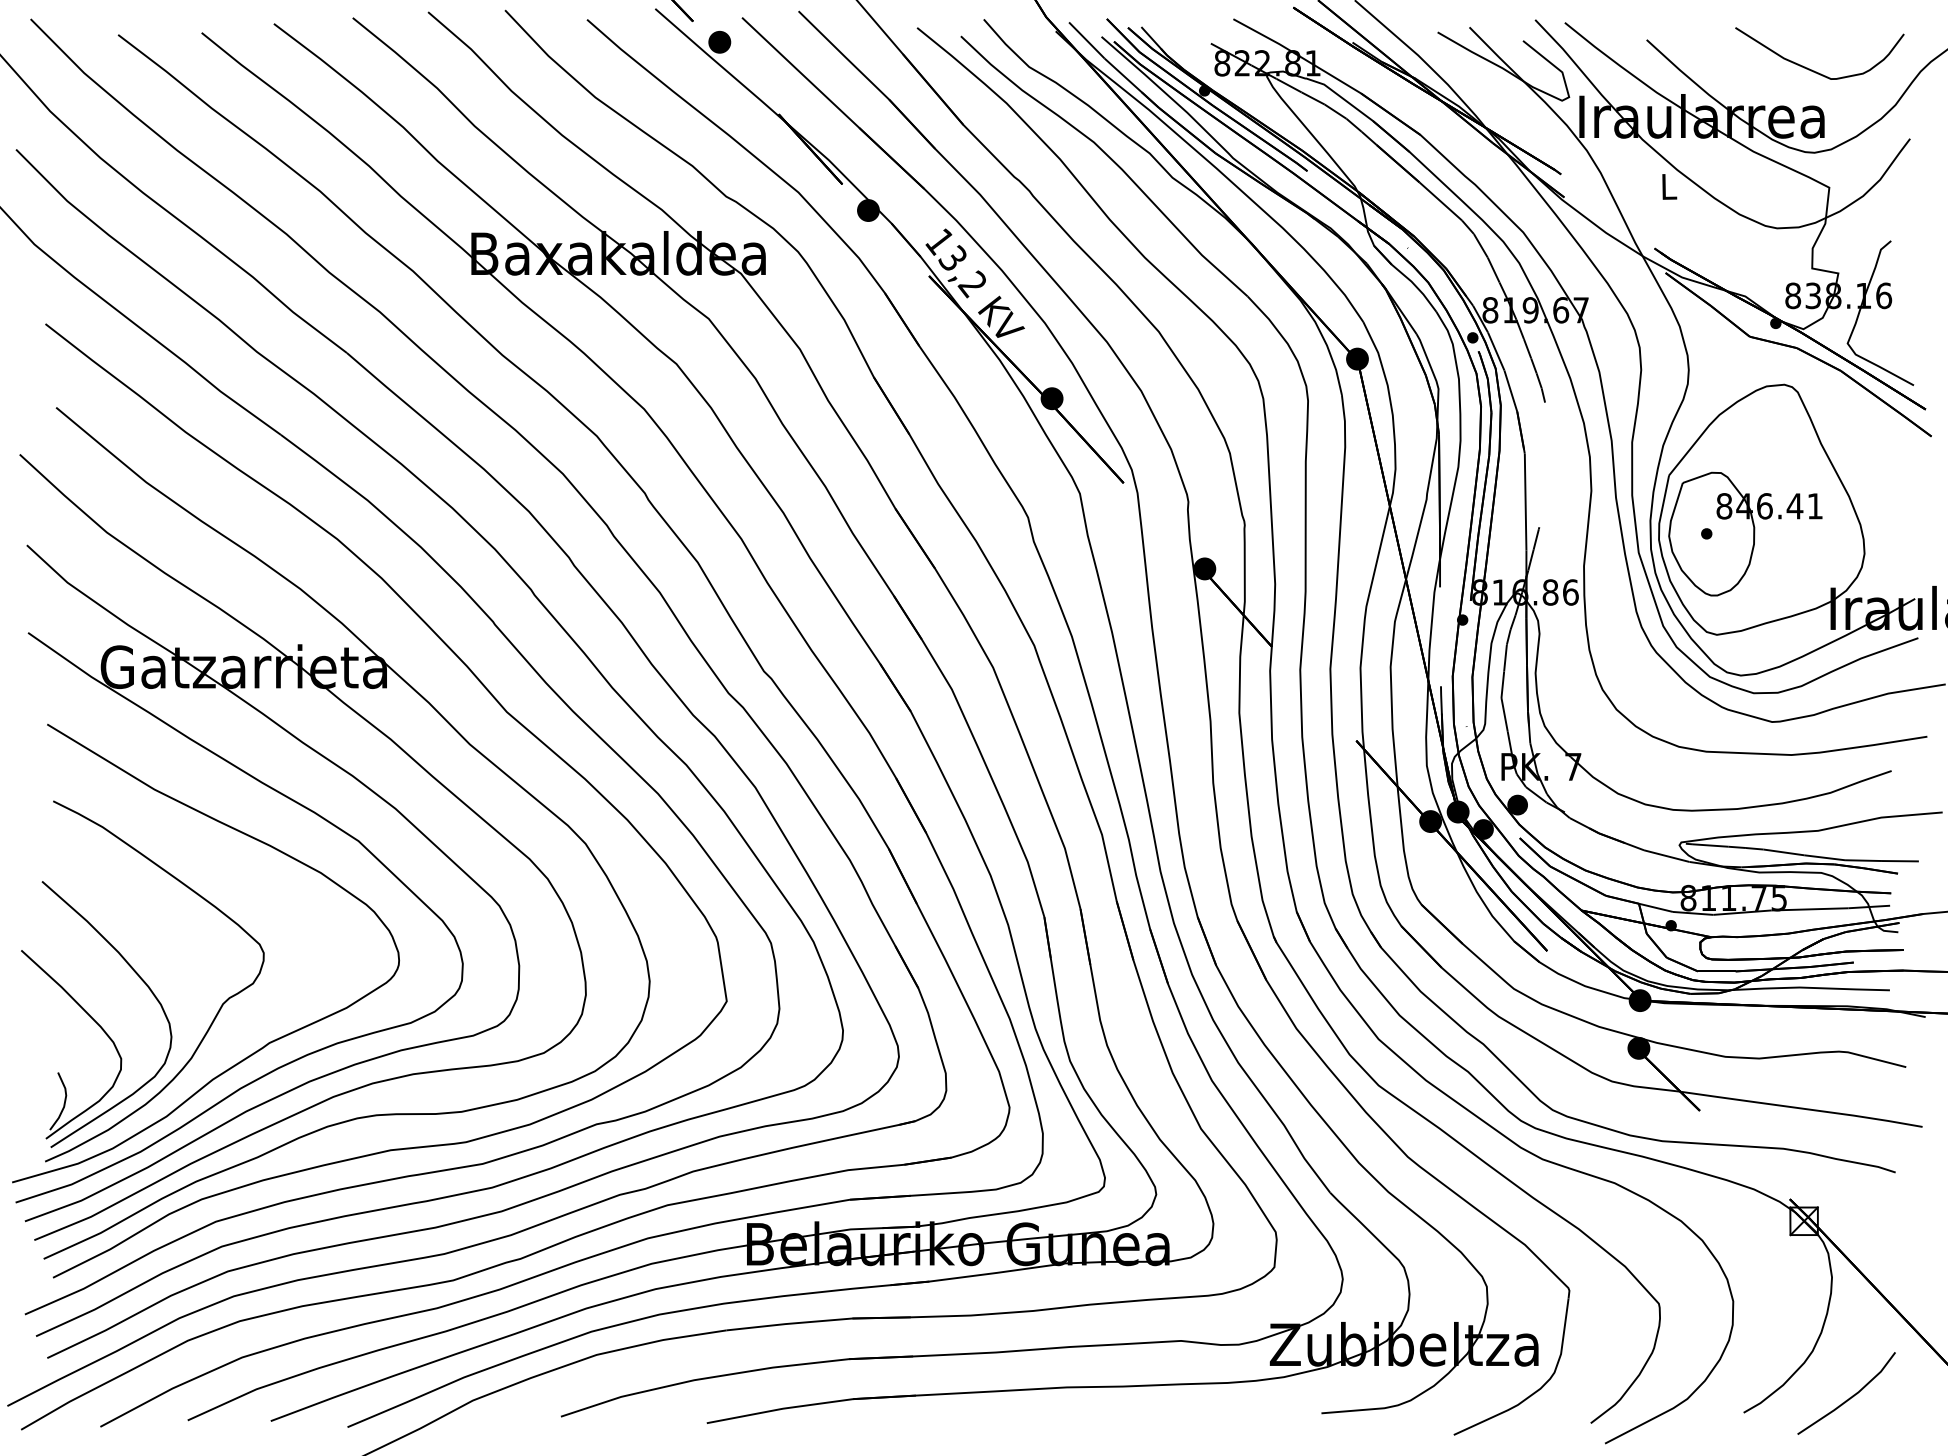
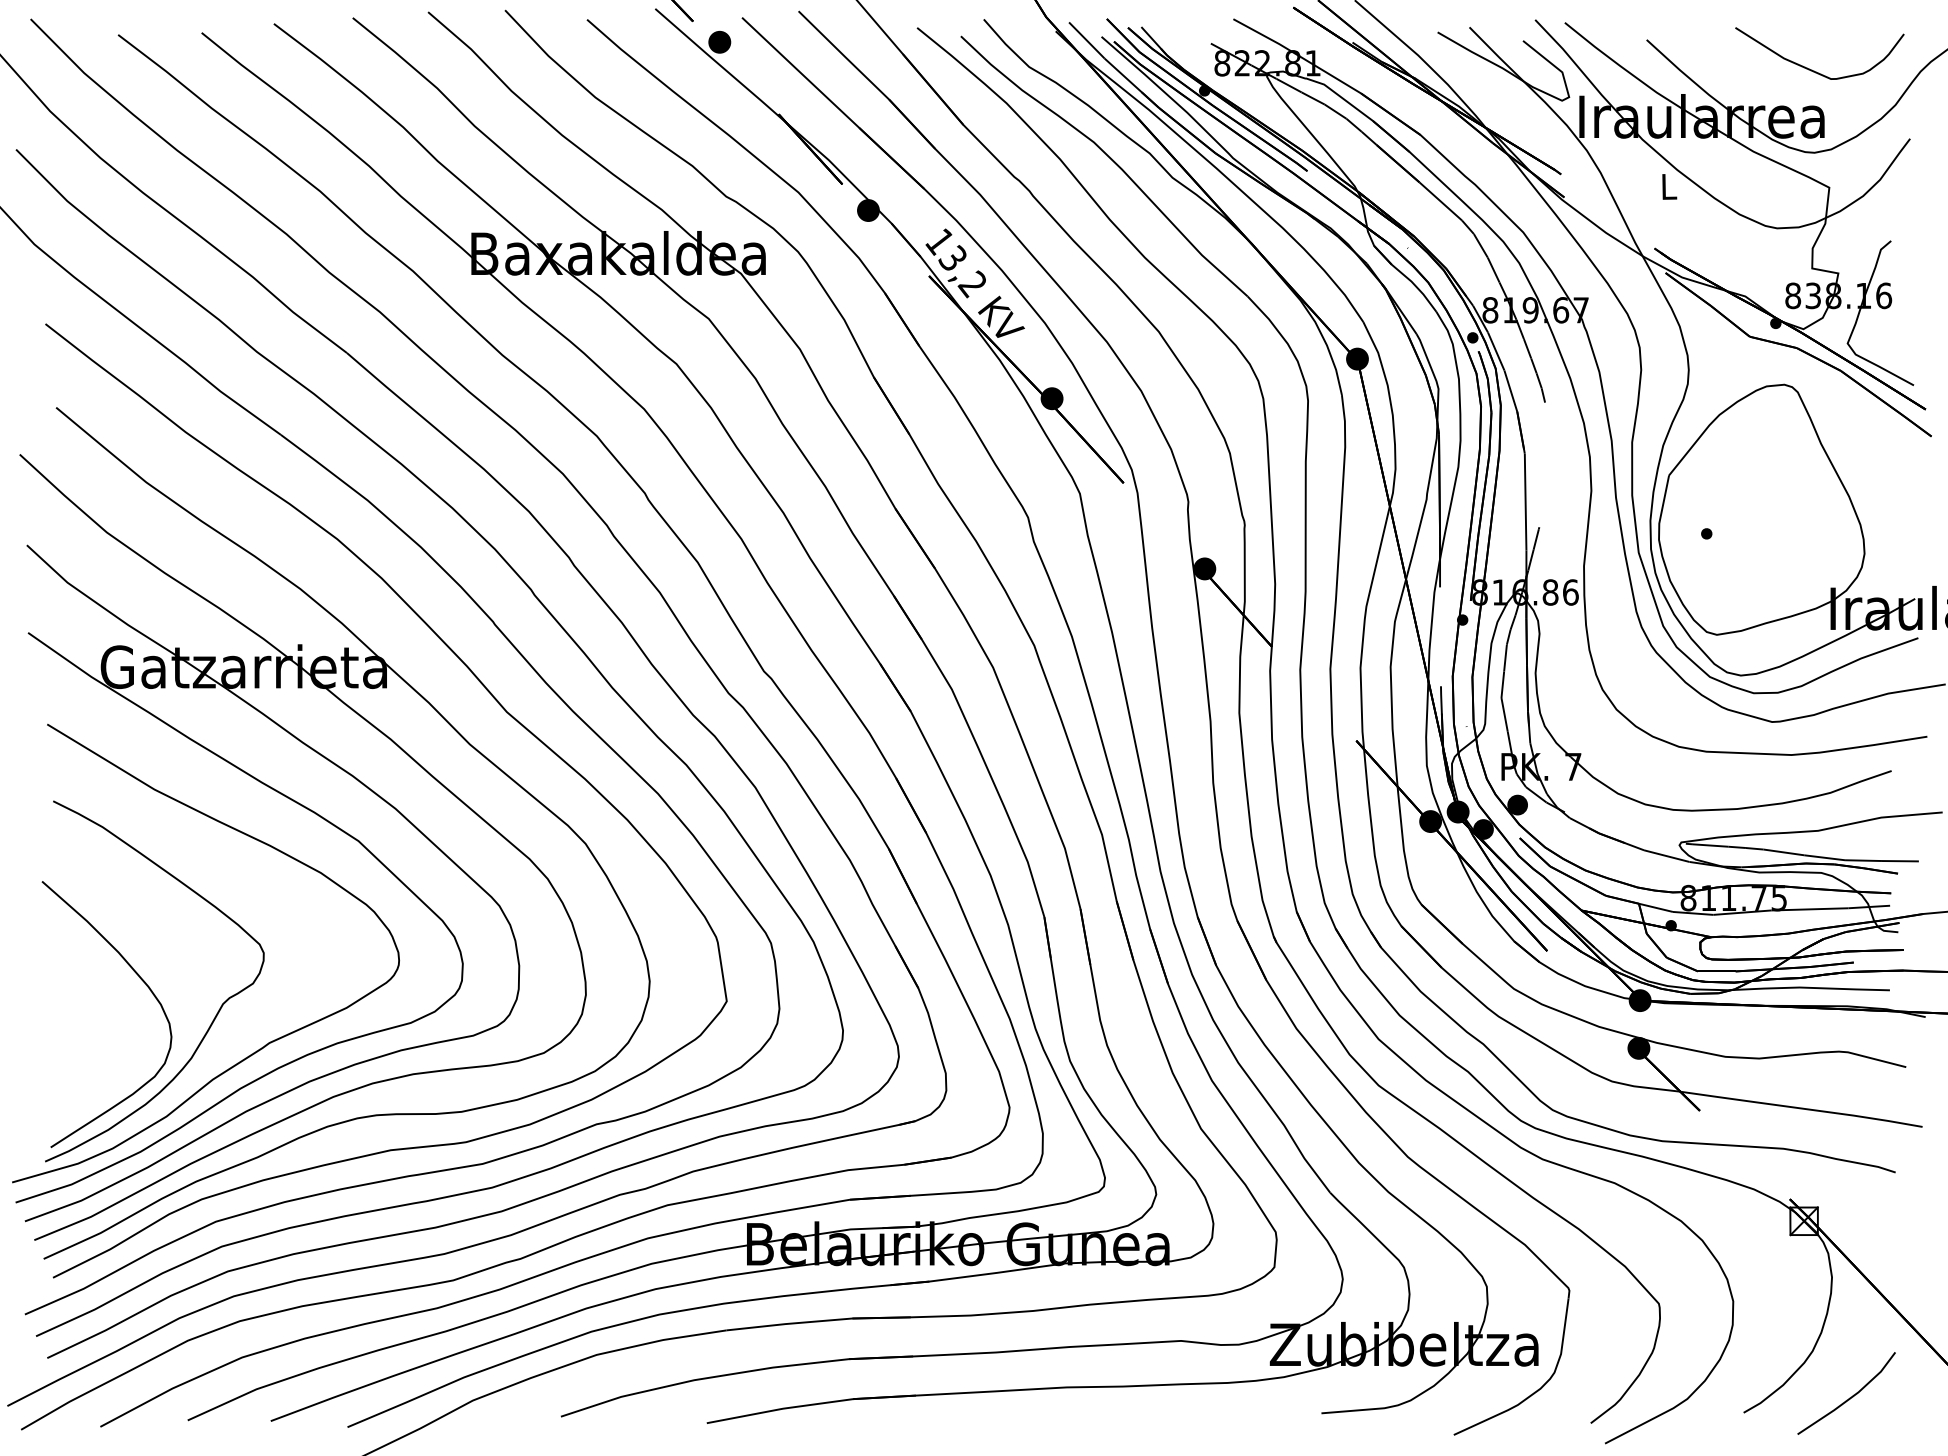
part at (1745, 533): present -> none
part at (59, 1072): present -> none
